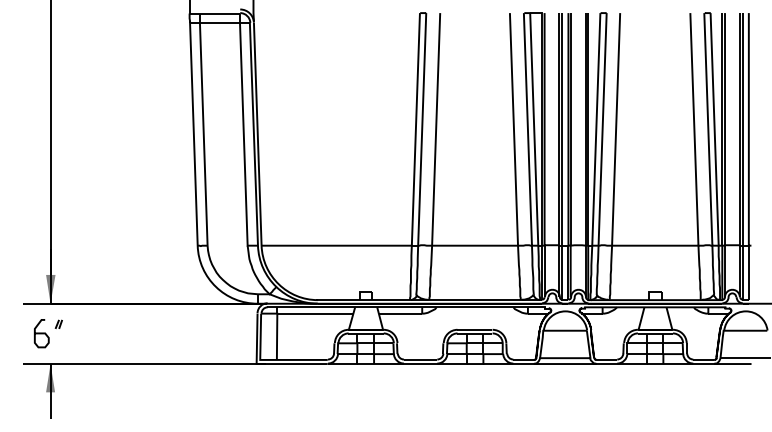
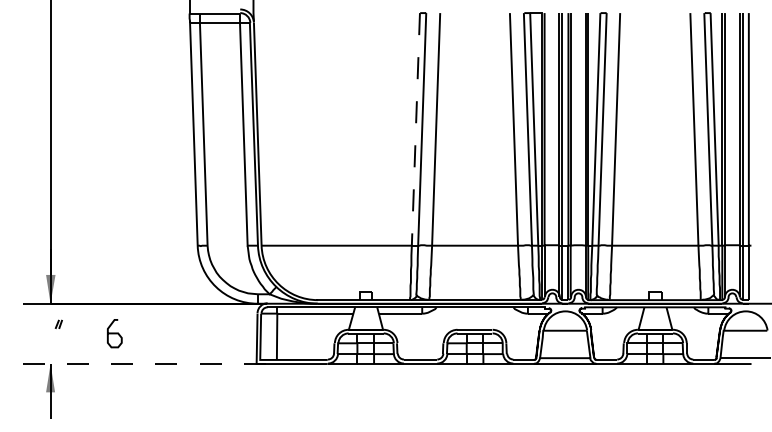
line at (415, 129): solid -> dashed
curve at (41, 333) position: (41, 333) -> (114, 333)
line at (143, 364): solid -> dashed
